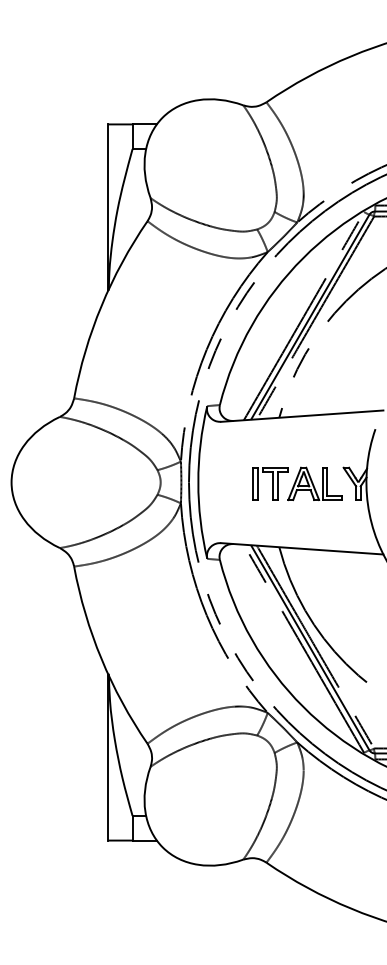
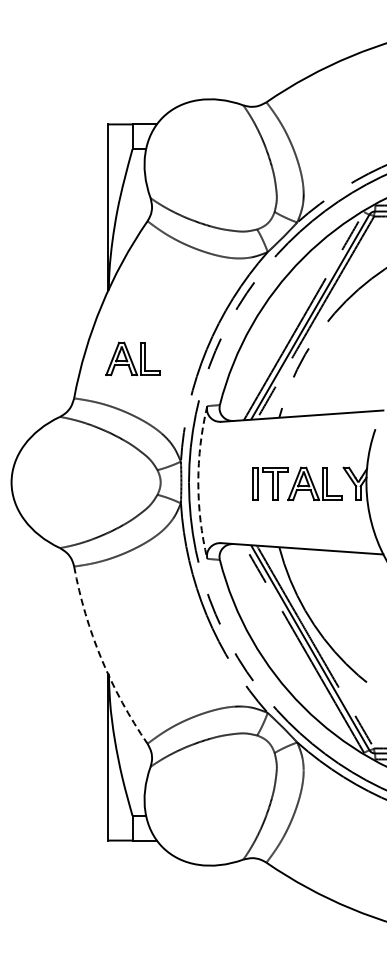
part at (132, 358): none -> present
arc at (198, 482): solid -> dashed
arc at (101, 659): solid -> dashed
